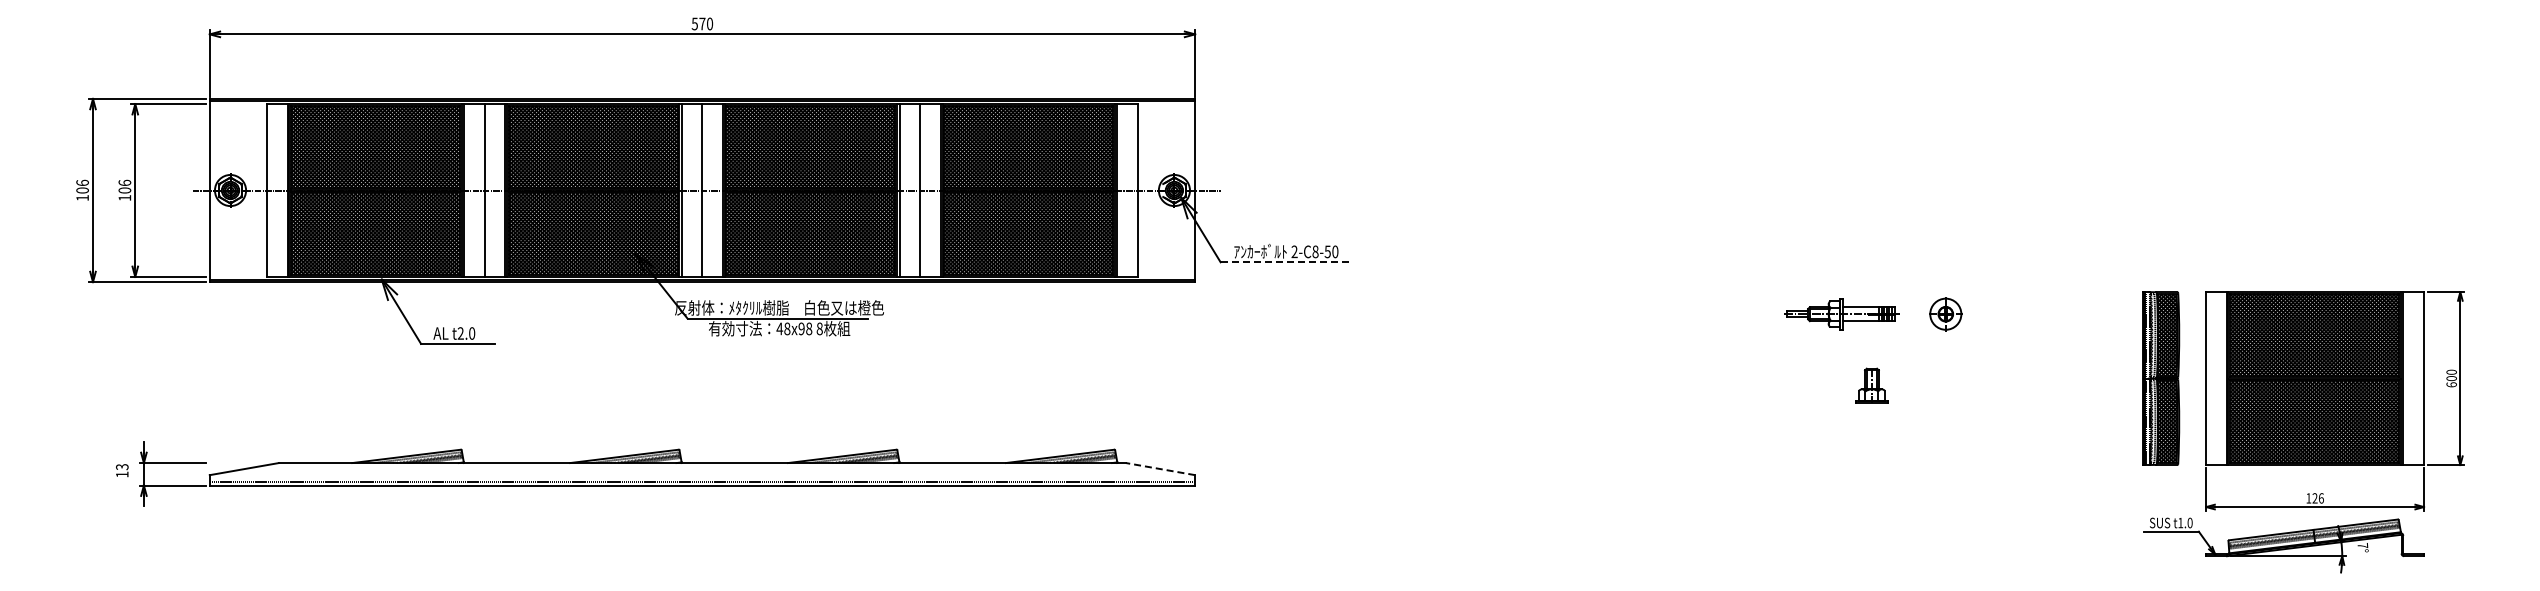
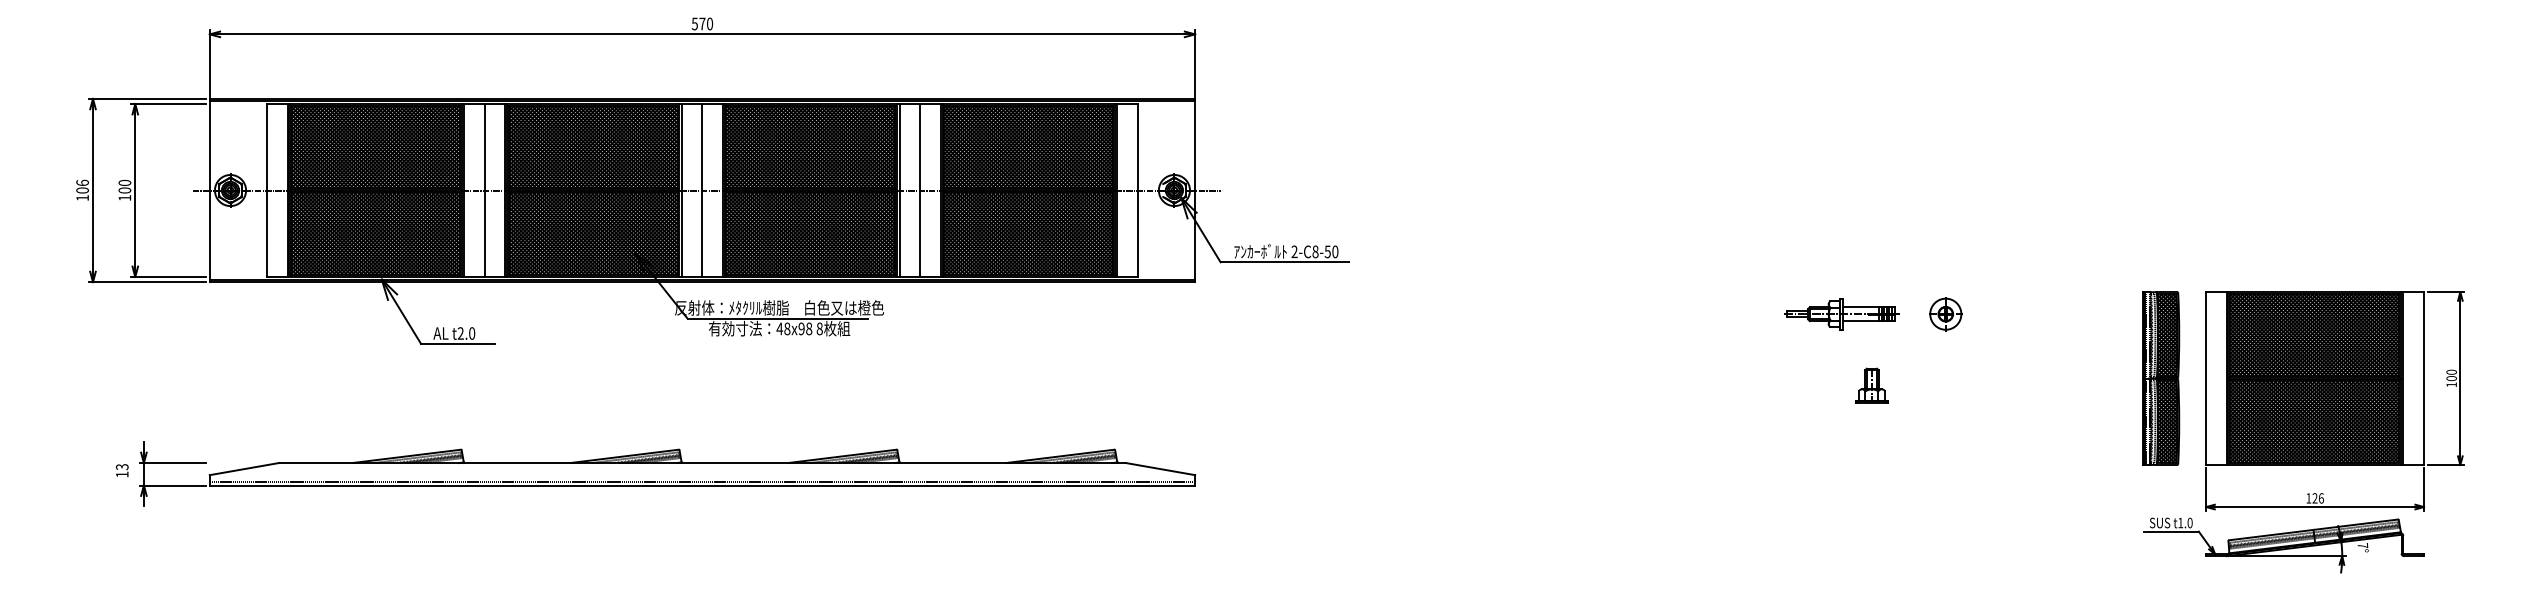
text at (124, 182): 106 -> 100
line at (1285, 262): dashed -> solid
text at (2451, 384): 600 -> 100
line at (1160, 469): dashed -> solid
